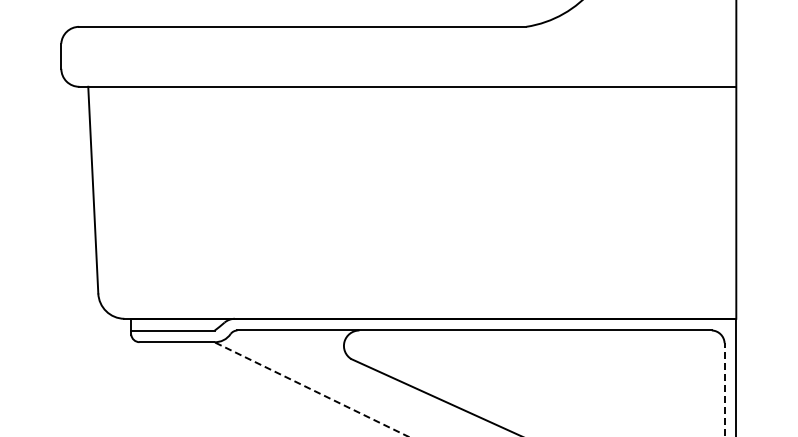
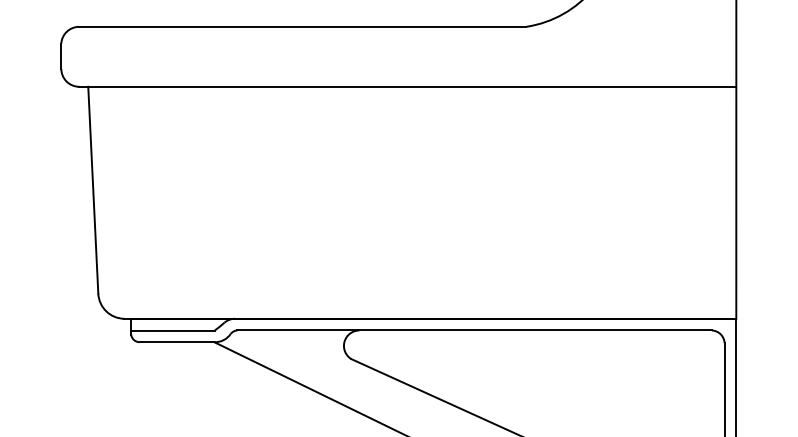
line at (311, 389): dashed -> solid
line at (724, 389): dashed -> solid
